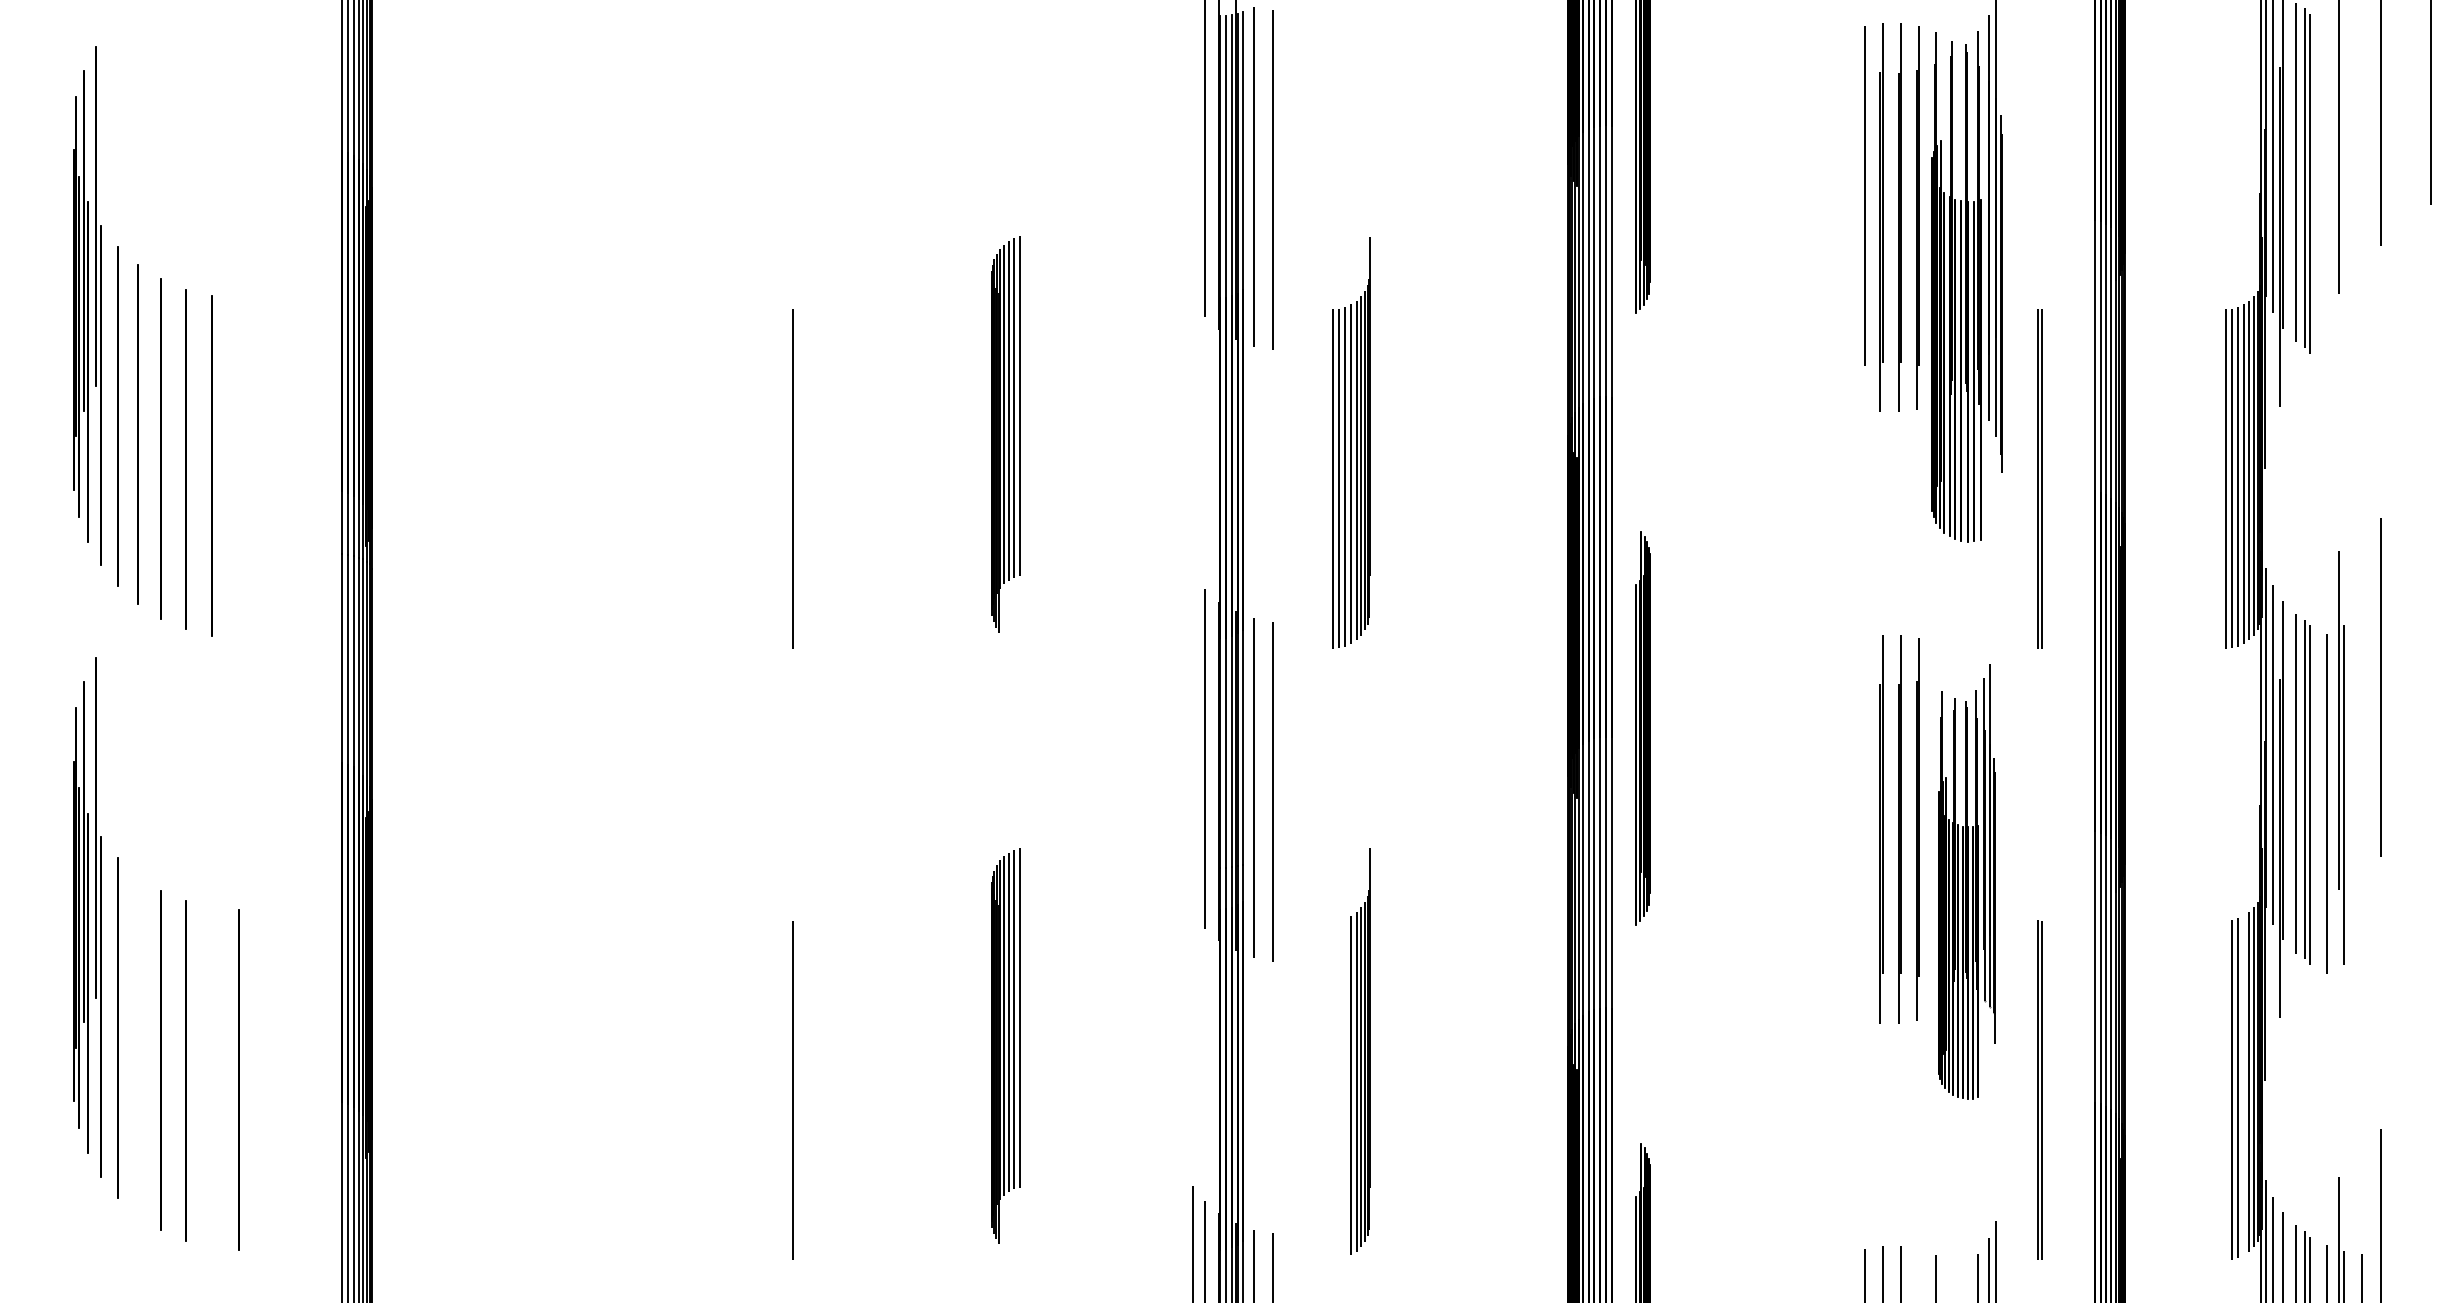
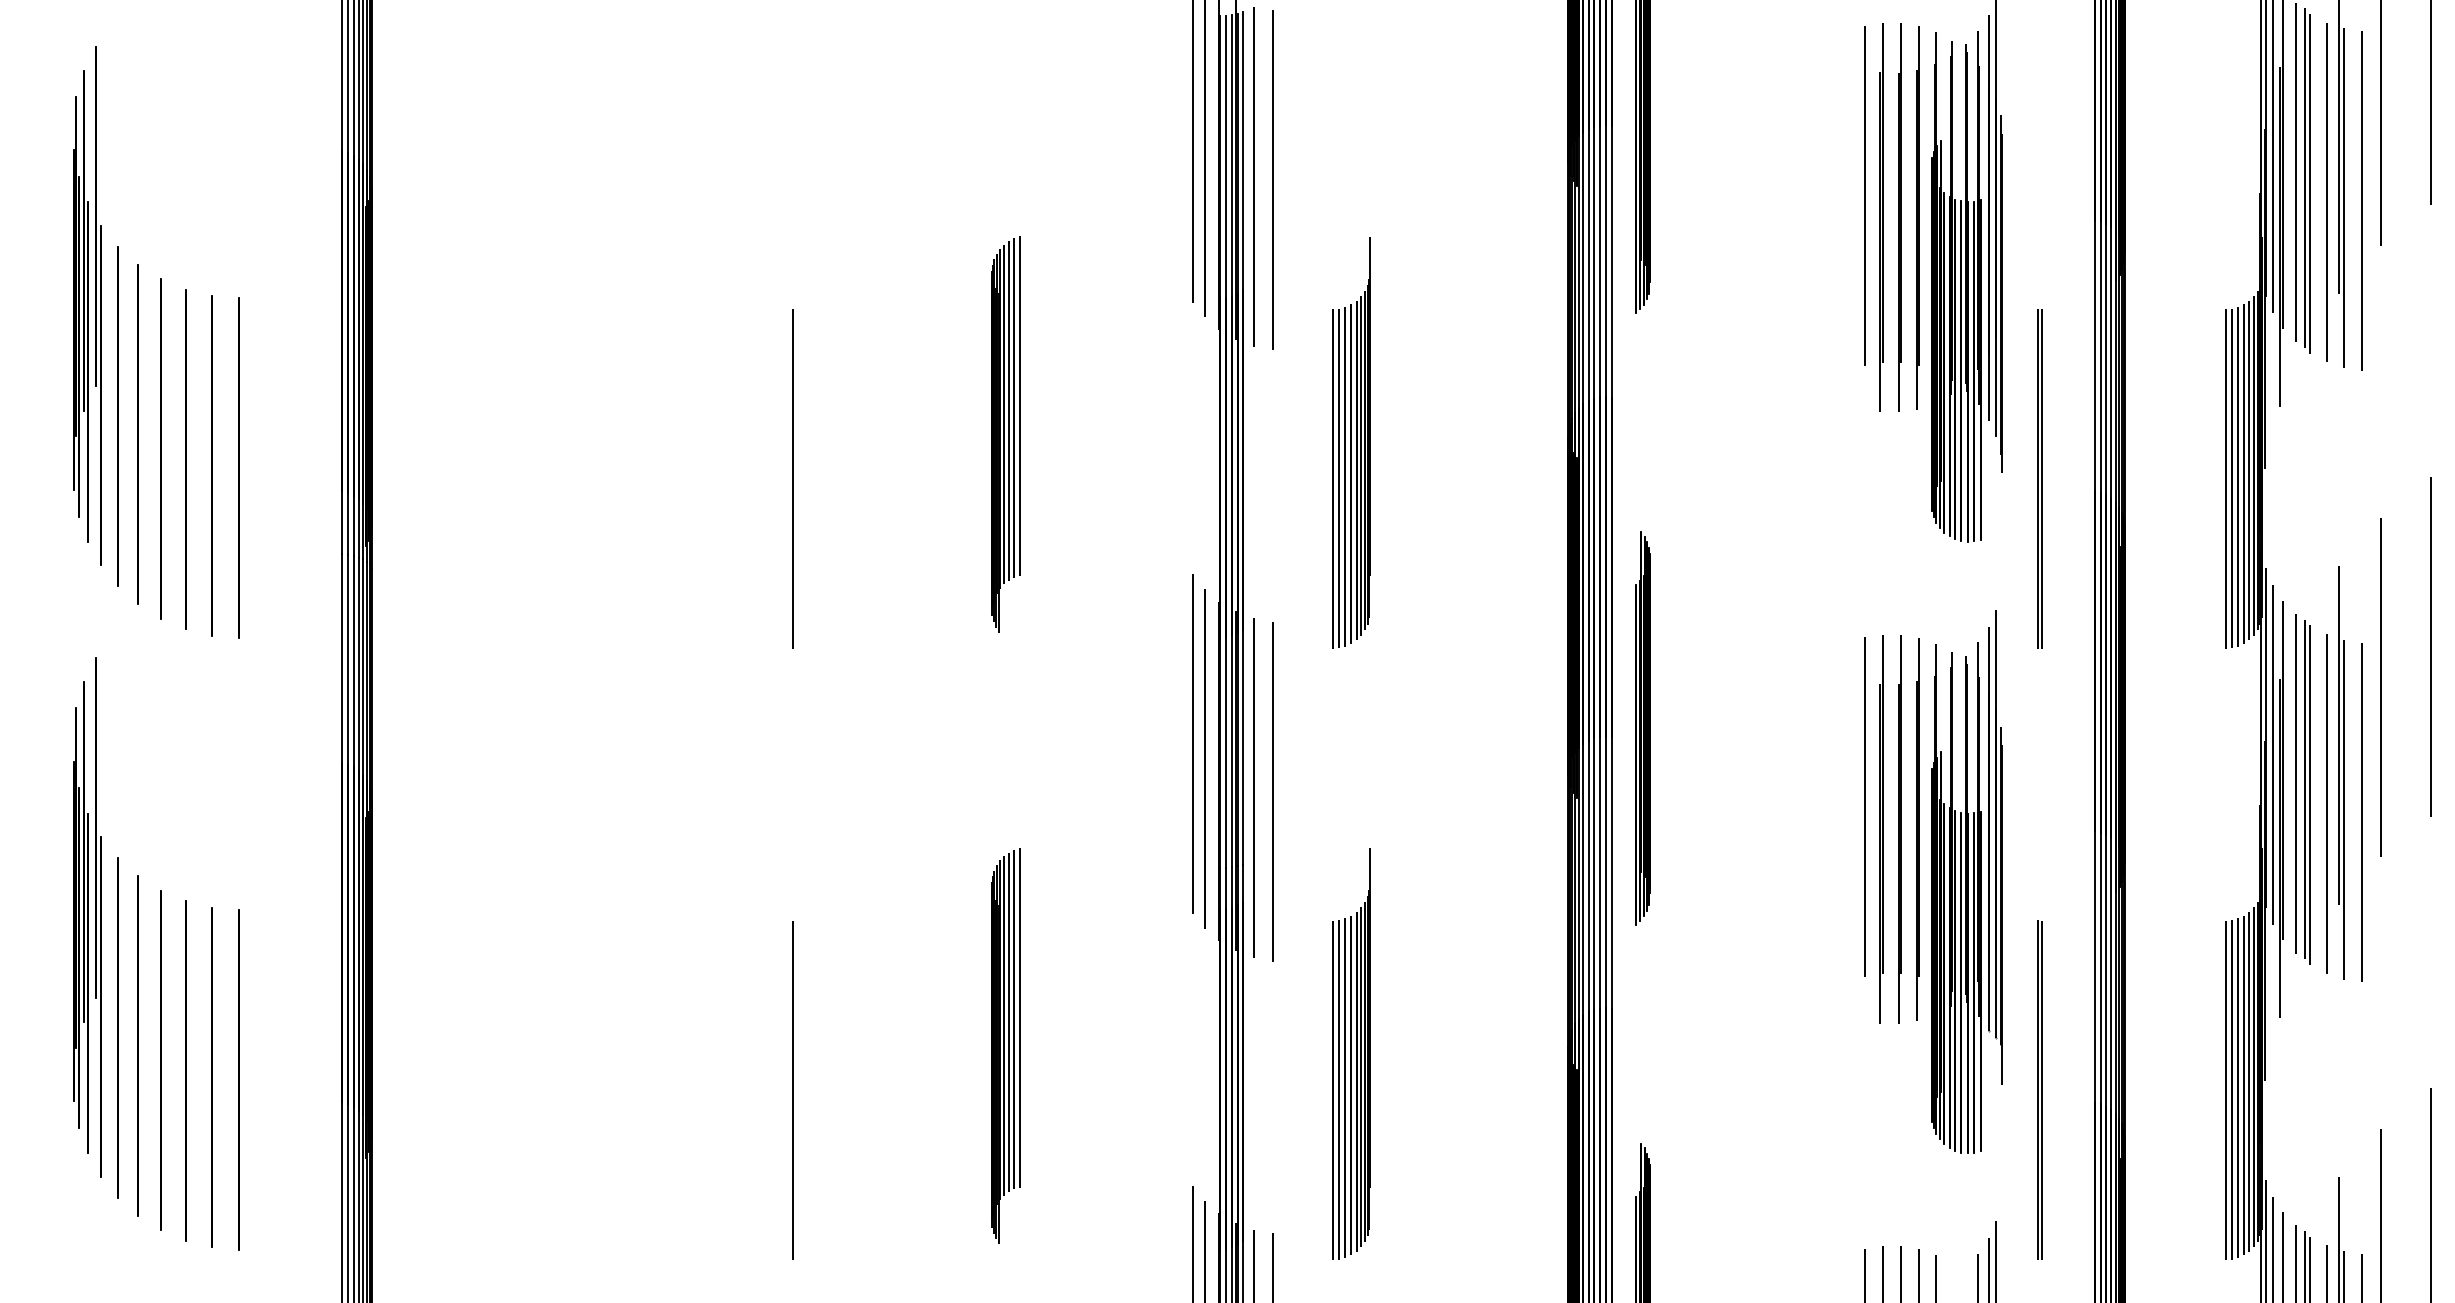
line at (1192, 152): none -> present
line at (2326, 192): none -> present
line at (2343, 198): none -> present
line at (2362, 200): none -> present
line at (238, 467): none -> present
line at (2430, 646): none -> present
line at (1192, 744): none -> present
part at (2341, 757) position: (2341, 757) -> (2341, 772)
line at (1864, 806): none -> present
line at (2362, 812): none -> present
part at (1966, 881) size: 58x436 px -> 72x544 px
line at (137, 1045): none -> present
line at (211, 1077): none -> present
line at (2243, 1085): none -> present
line at (1345, 1088): none -> present
line at (1339, 1089): none -> present
line at (1332, 1090): none -> present
line at (2225, 1090): none -> present
line at (2430, 1193): none -> present
line at (1918, 1274): none -> present
